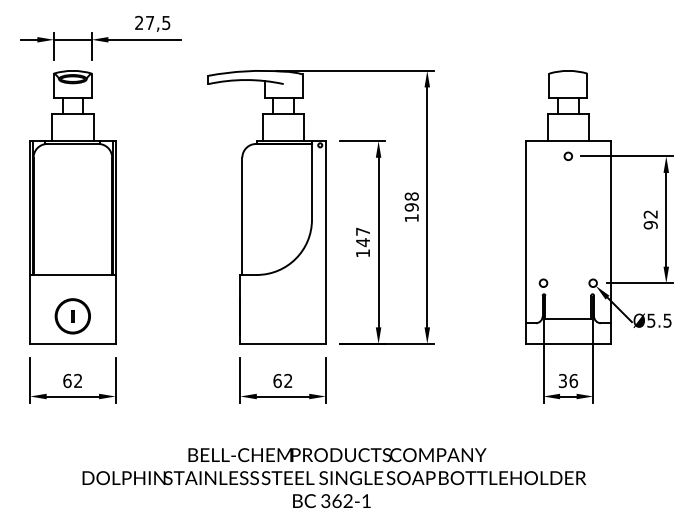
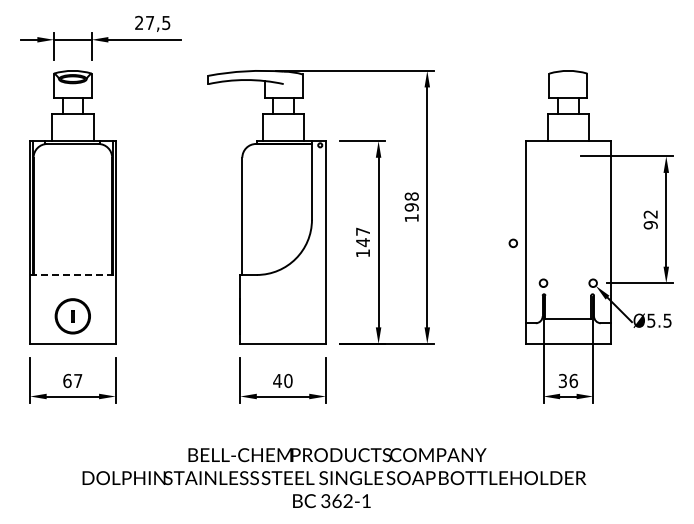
circle at (567, 155) position: (567, 155) -> (512, 242)
line at (72, 274): solid -> dashed
text at (78, 380): 62 -> 67
text at (282, 380): 62 -> 40
